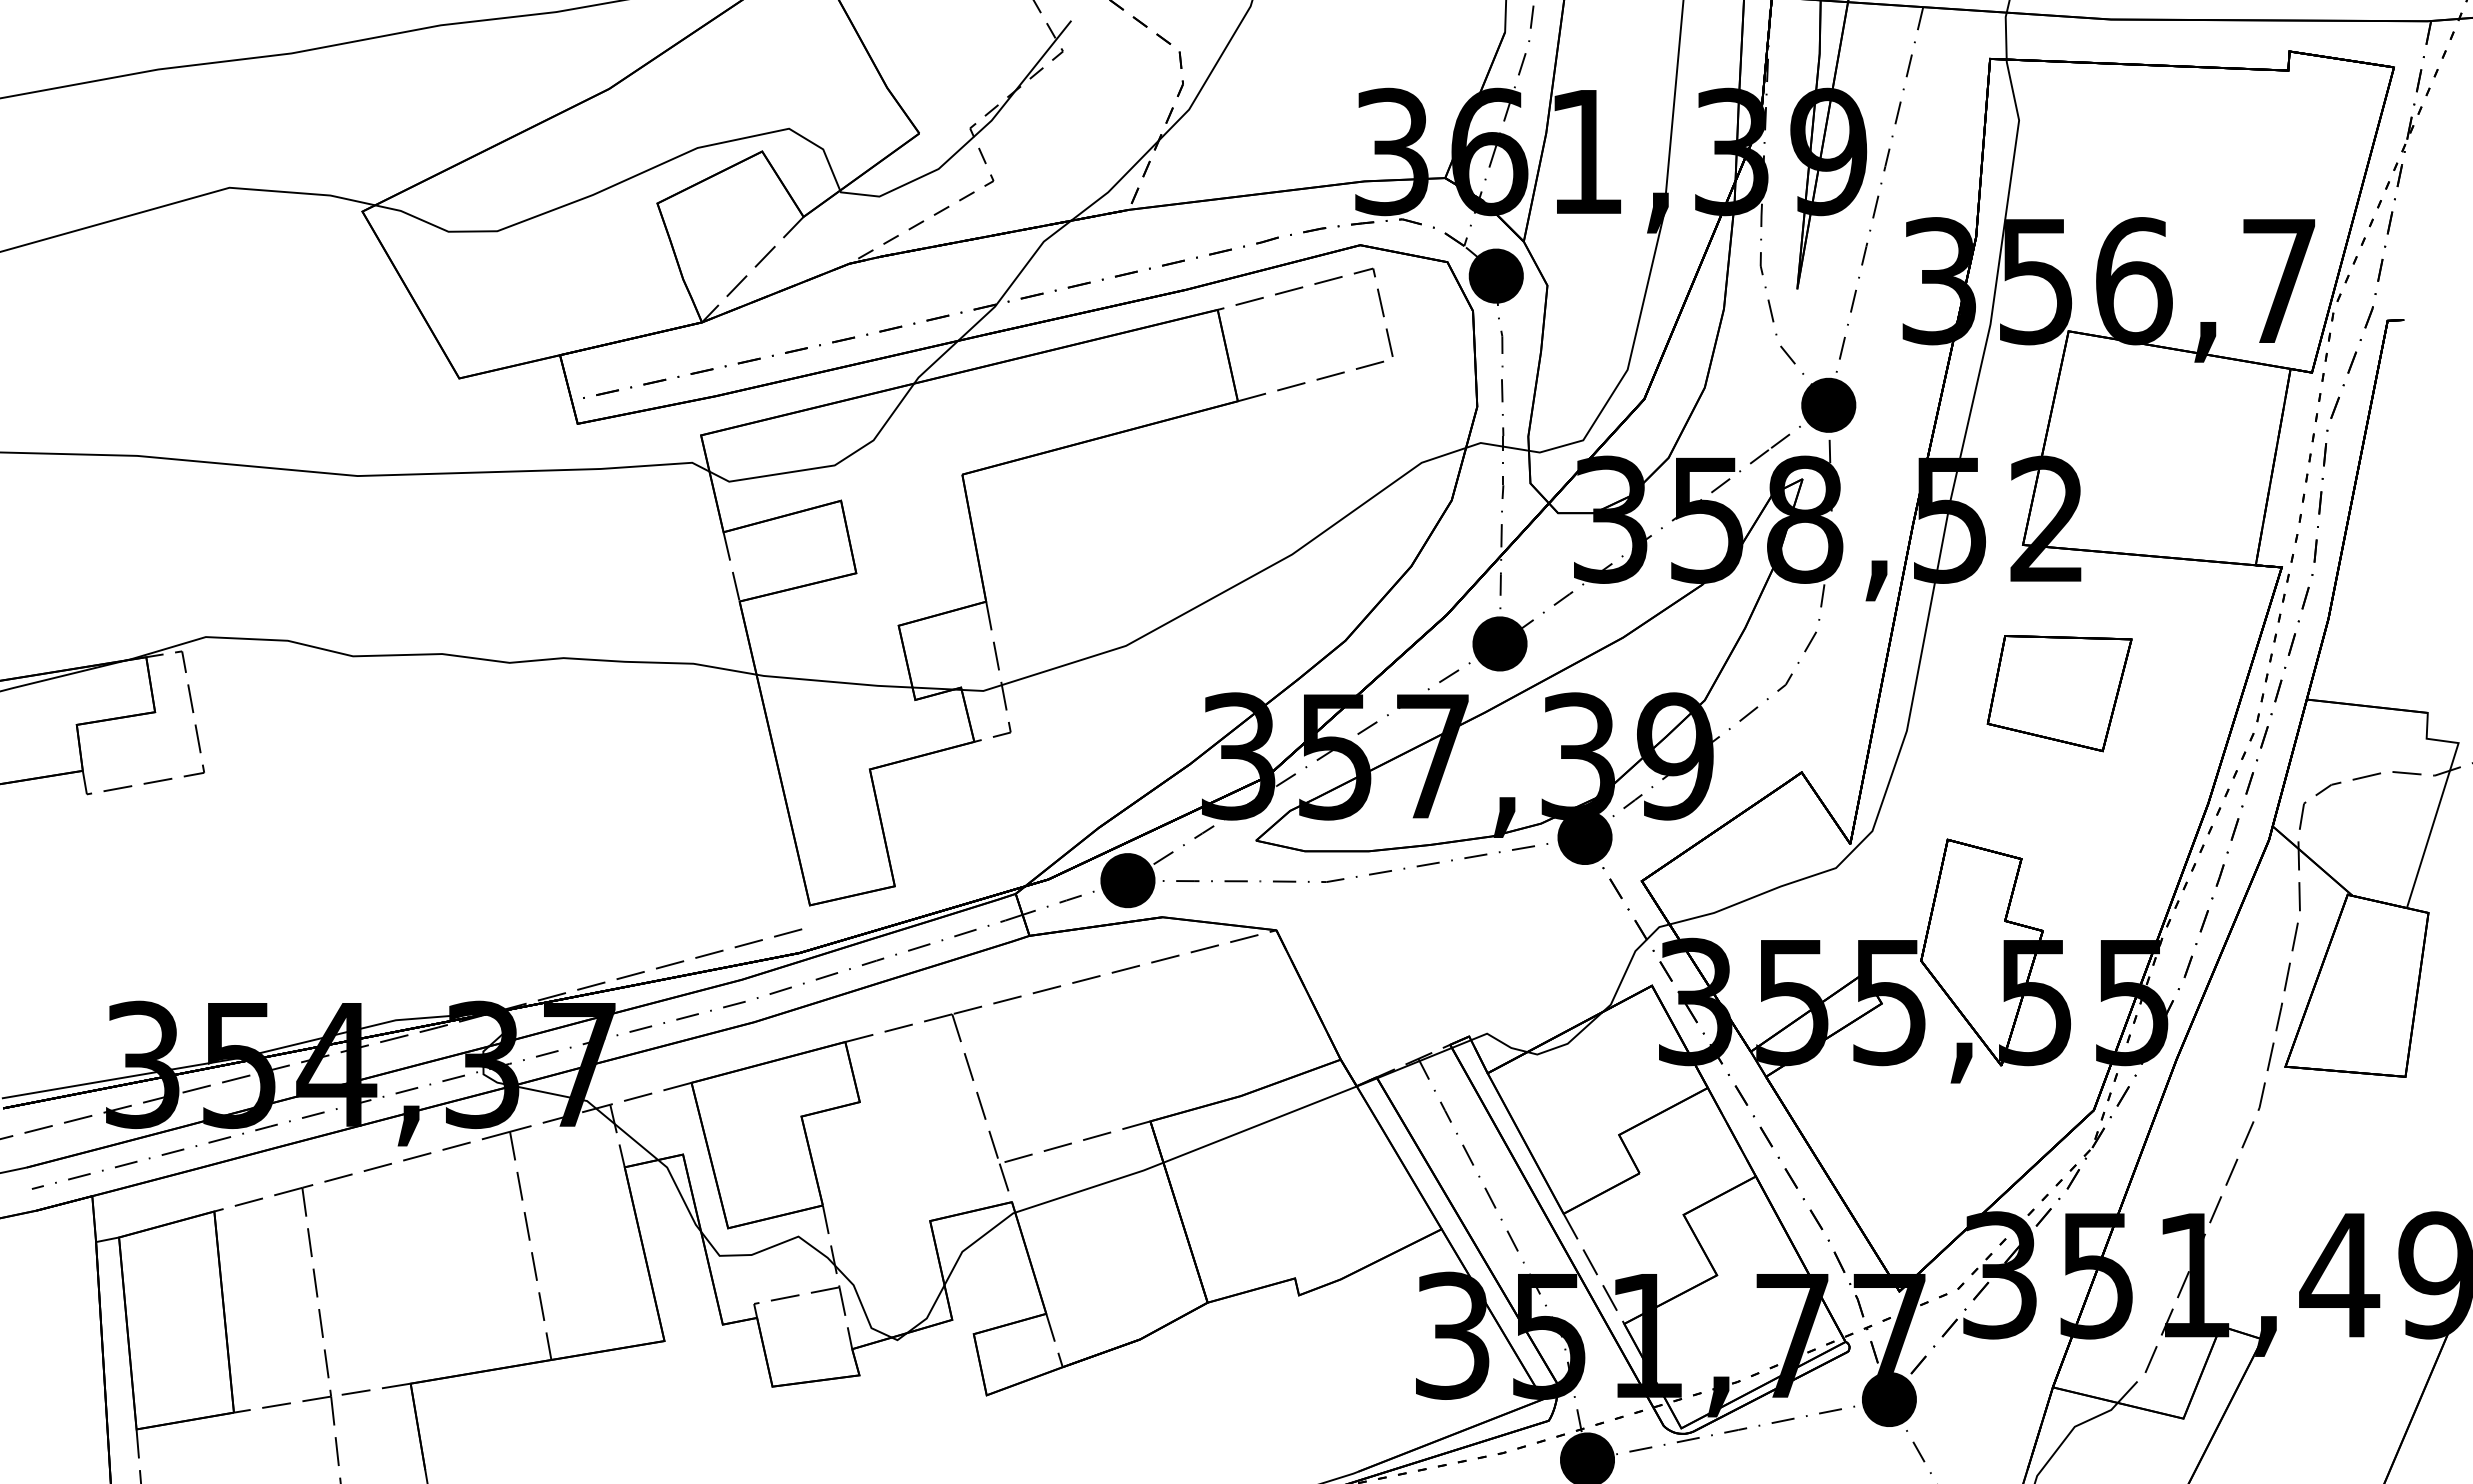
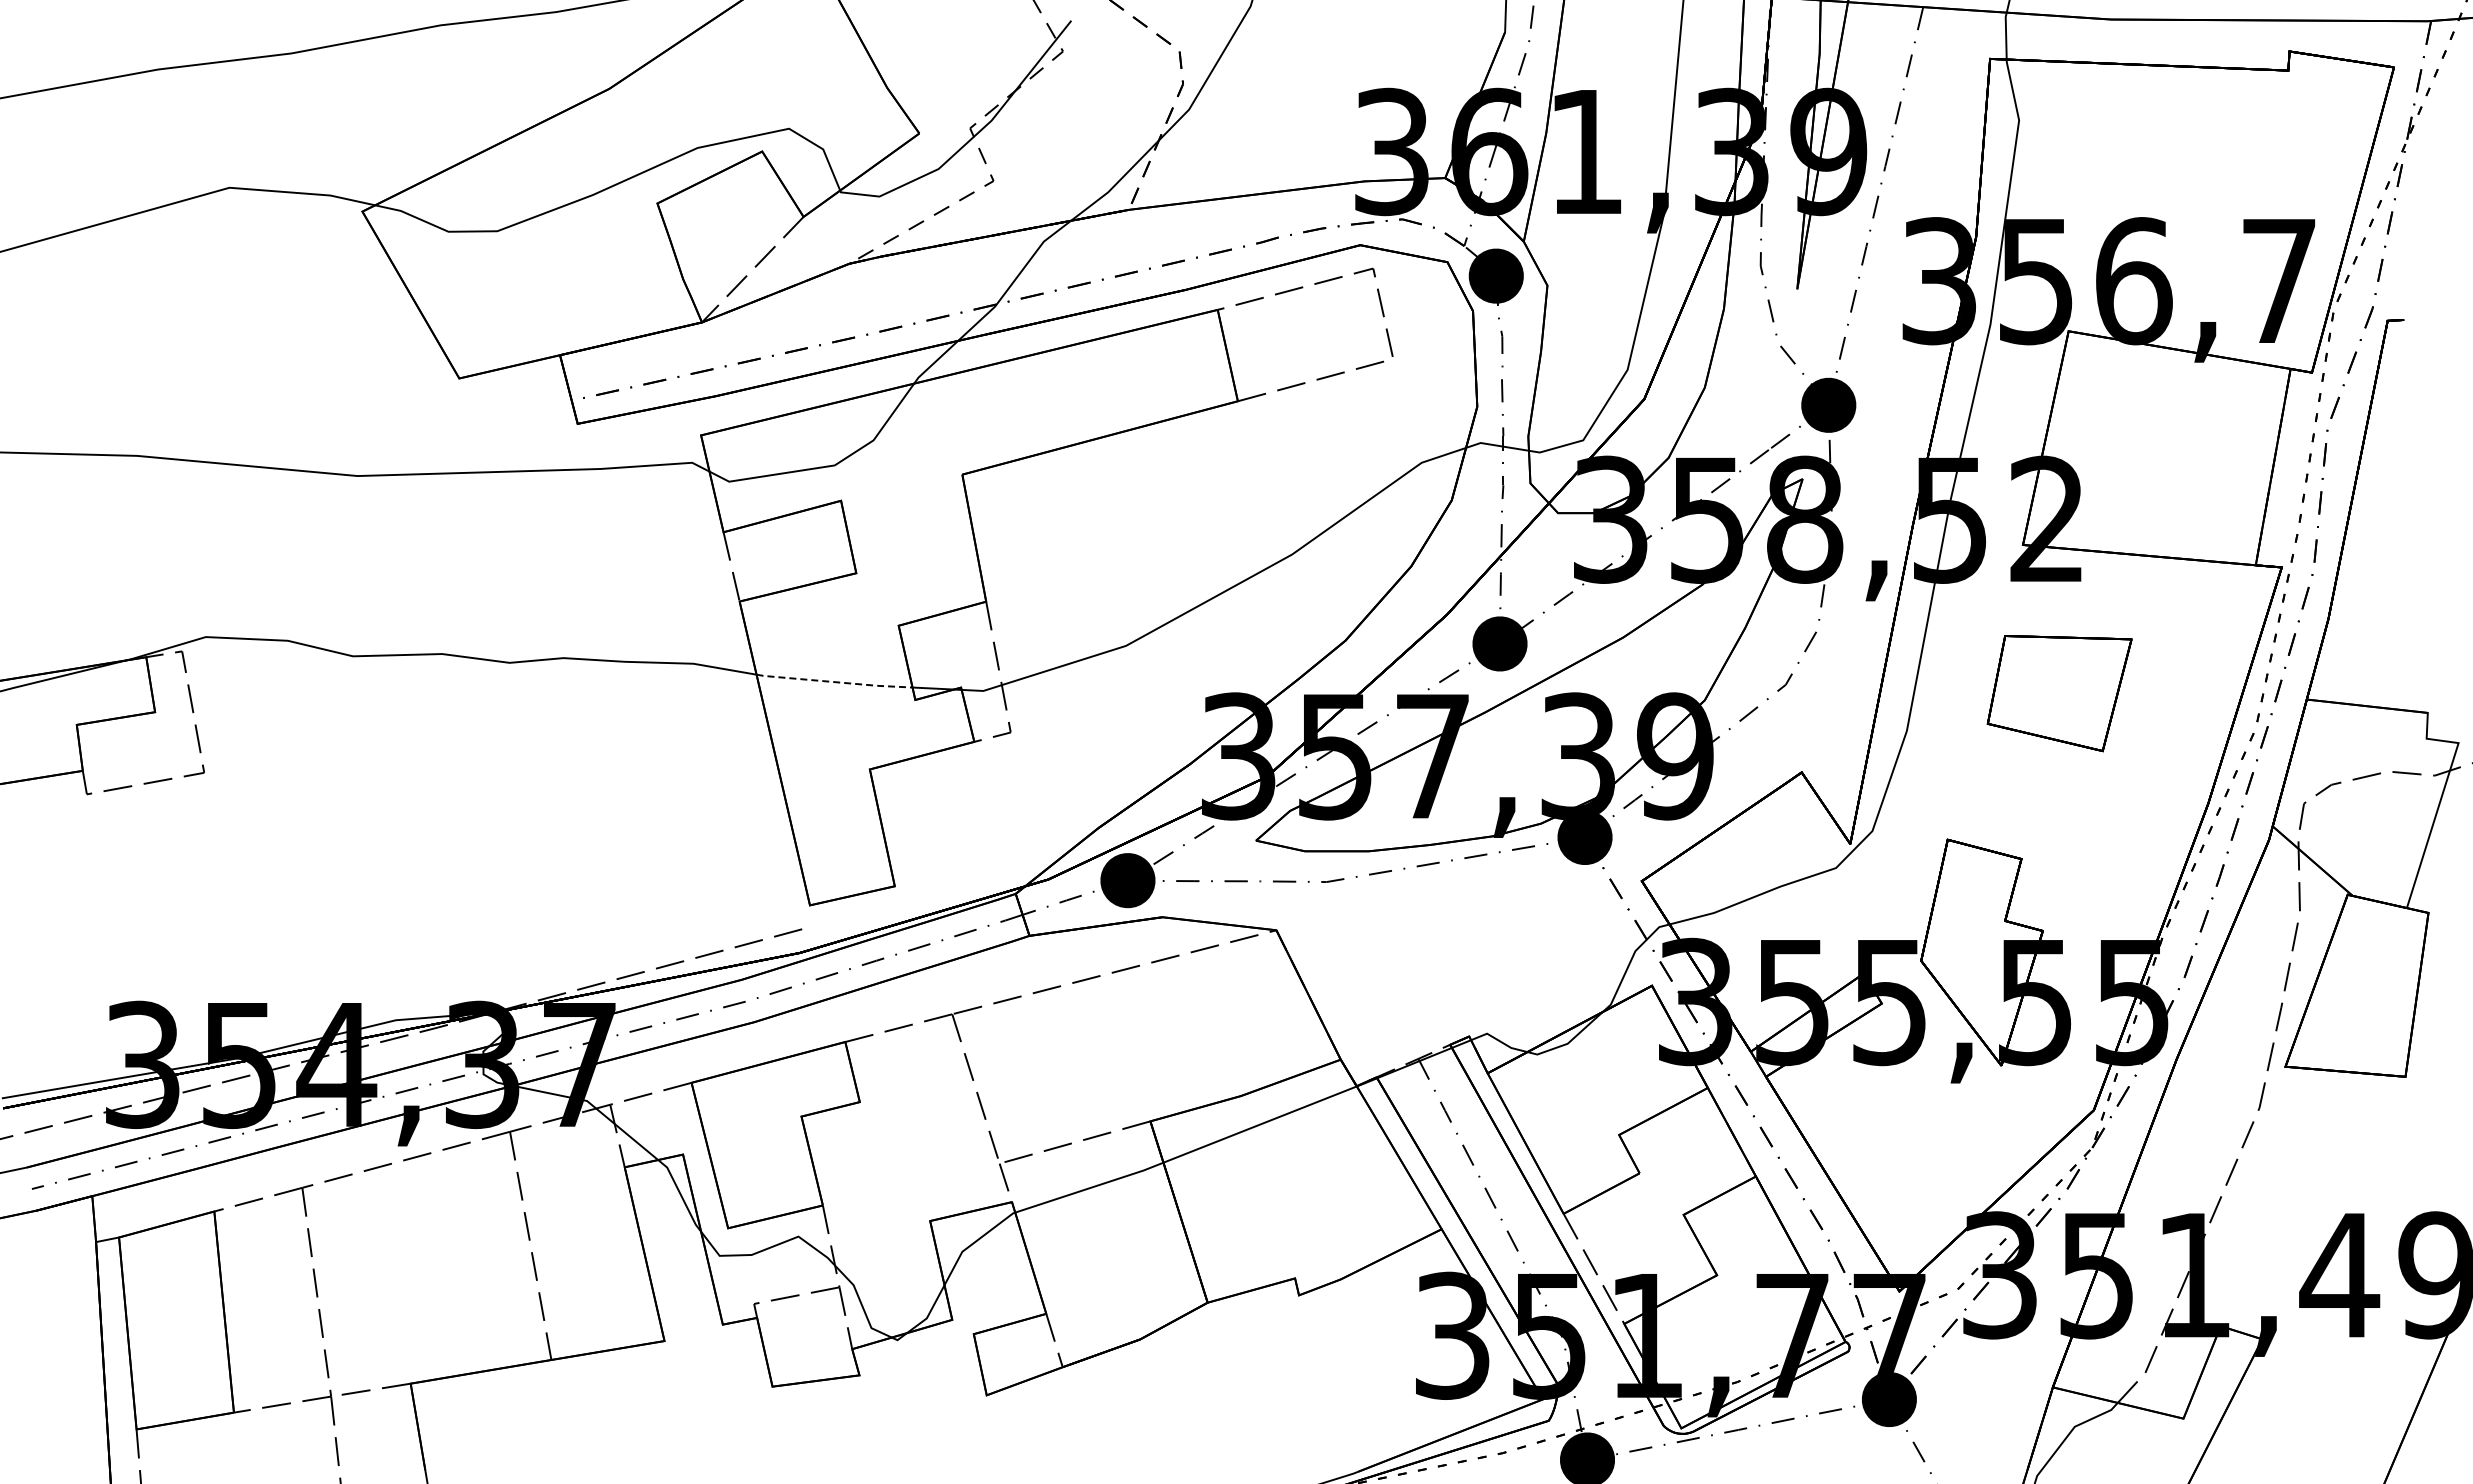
line at (834, 682): solid -> dashed
